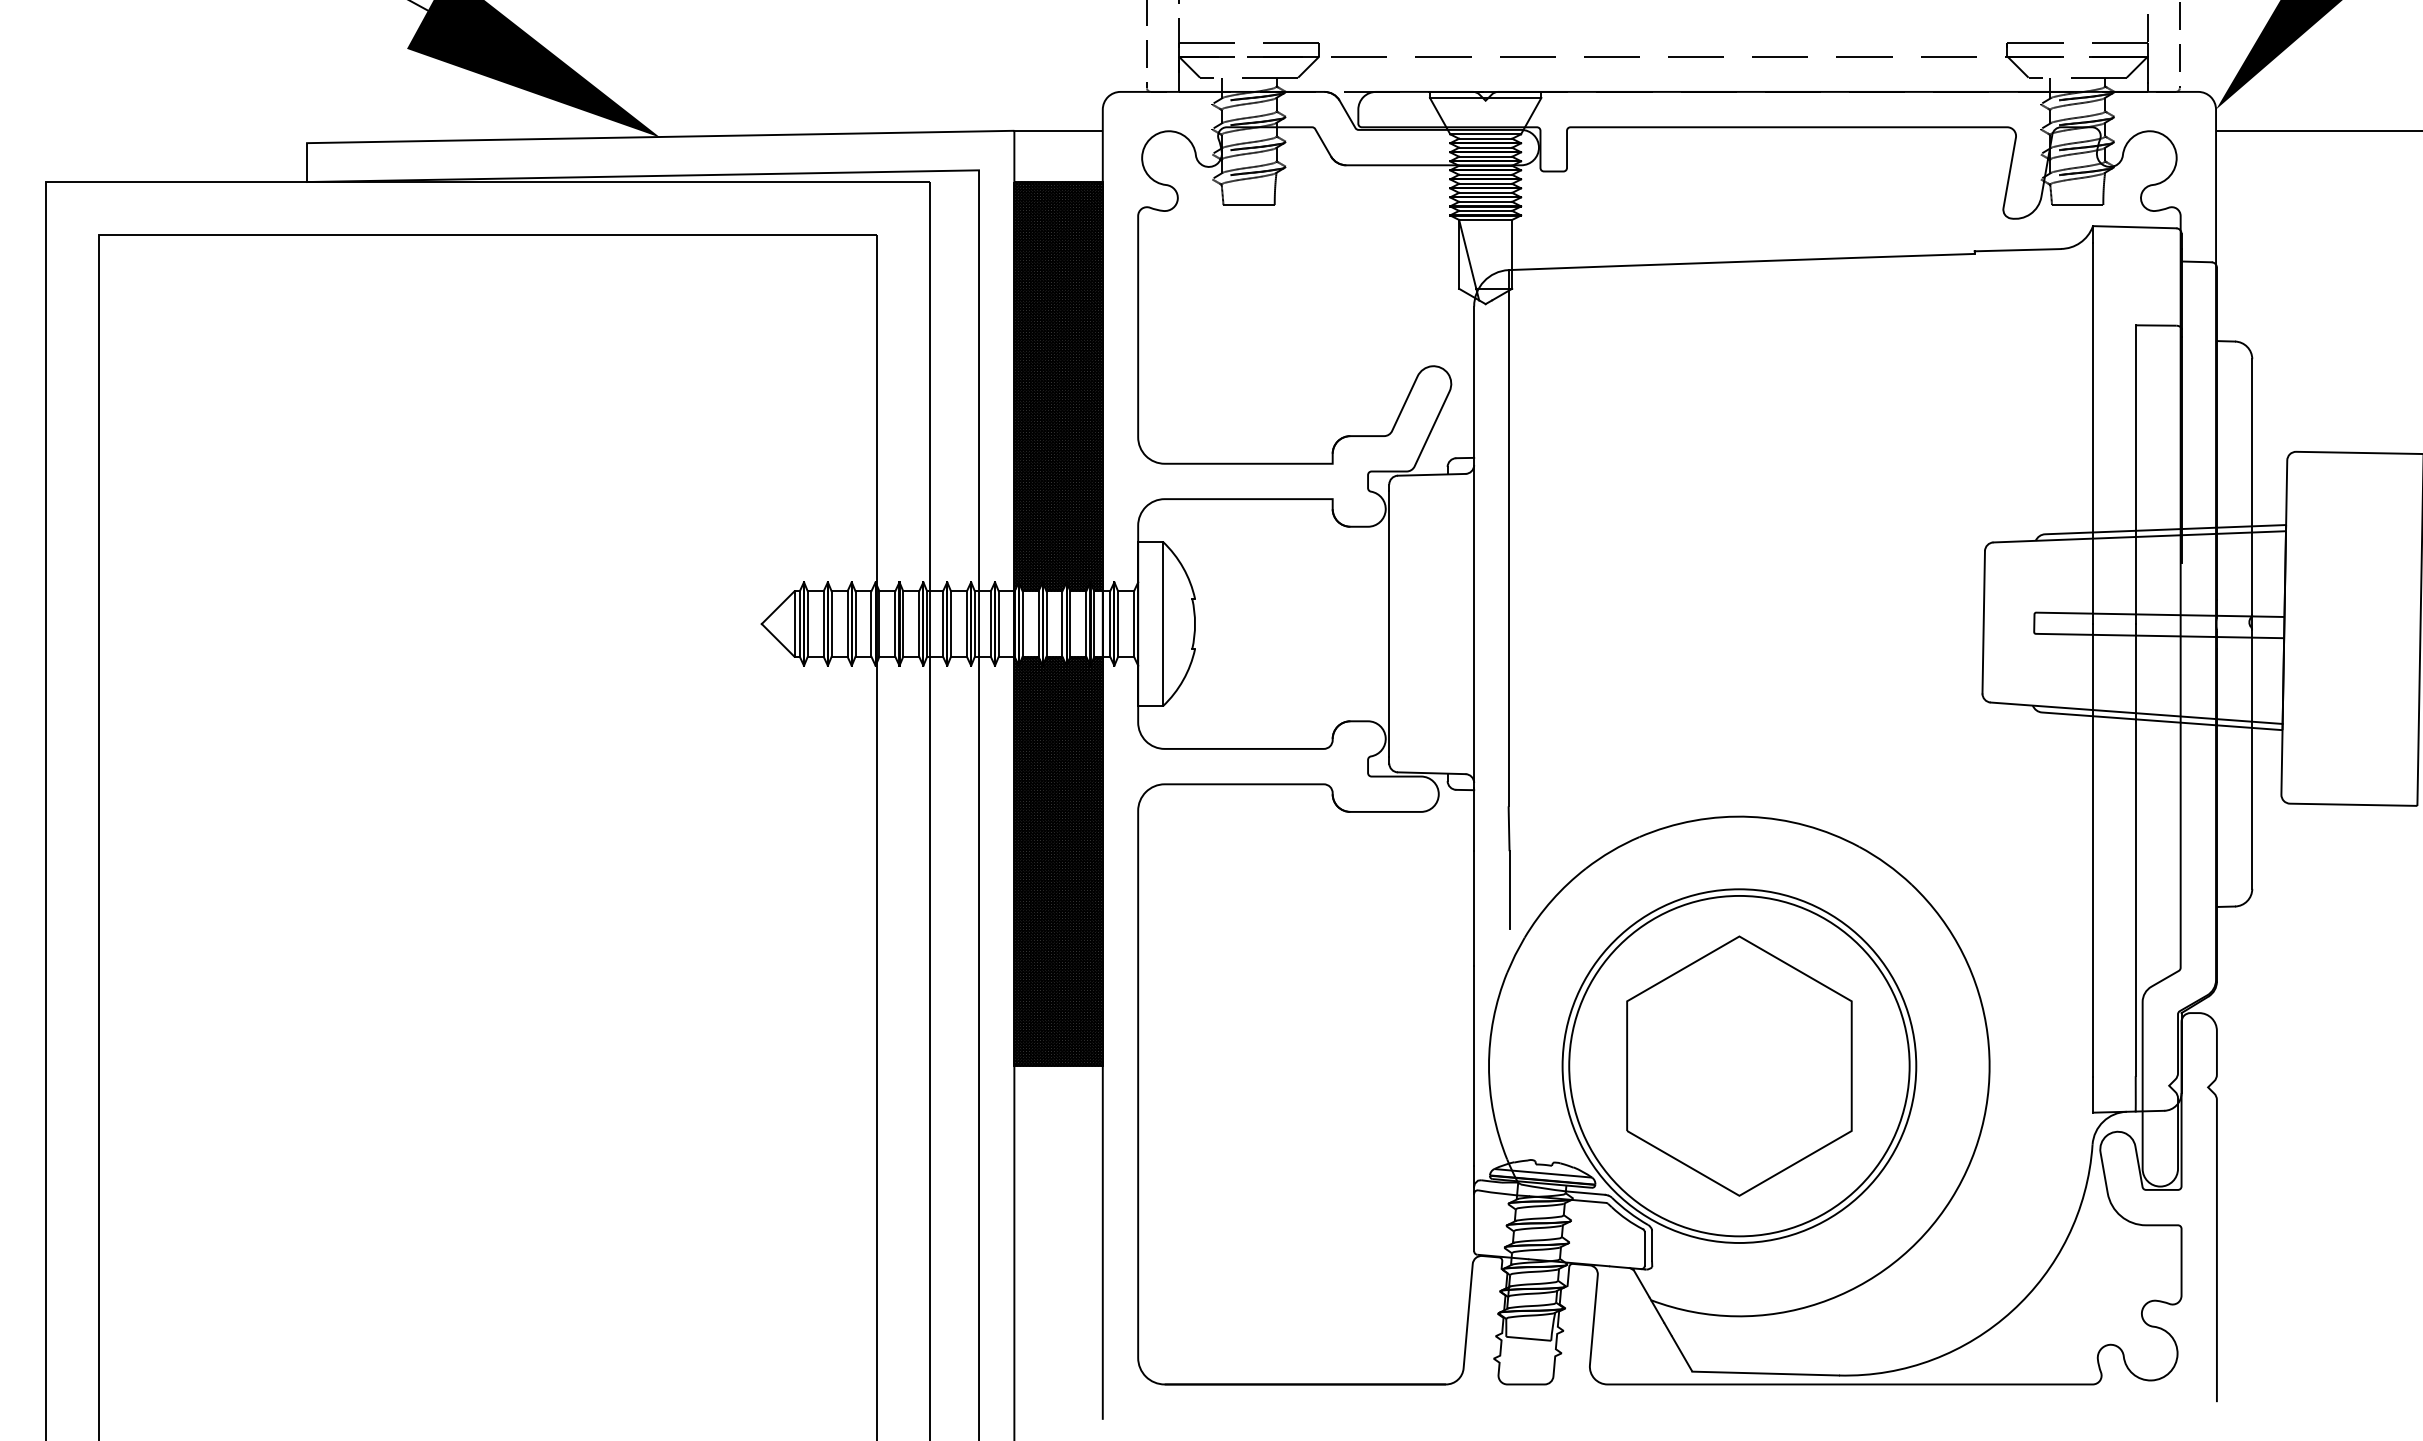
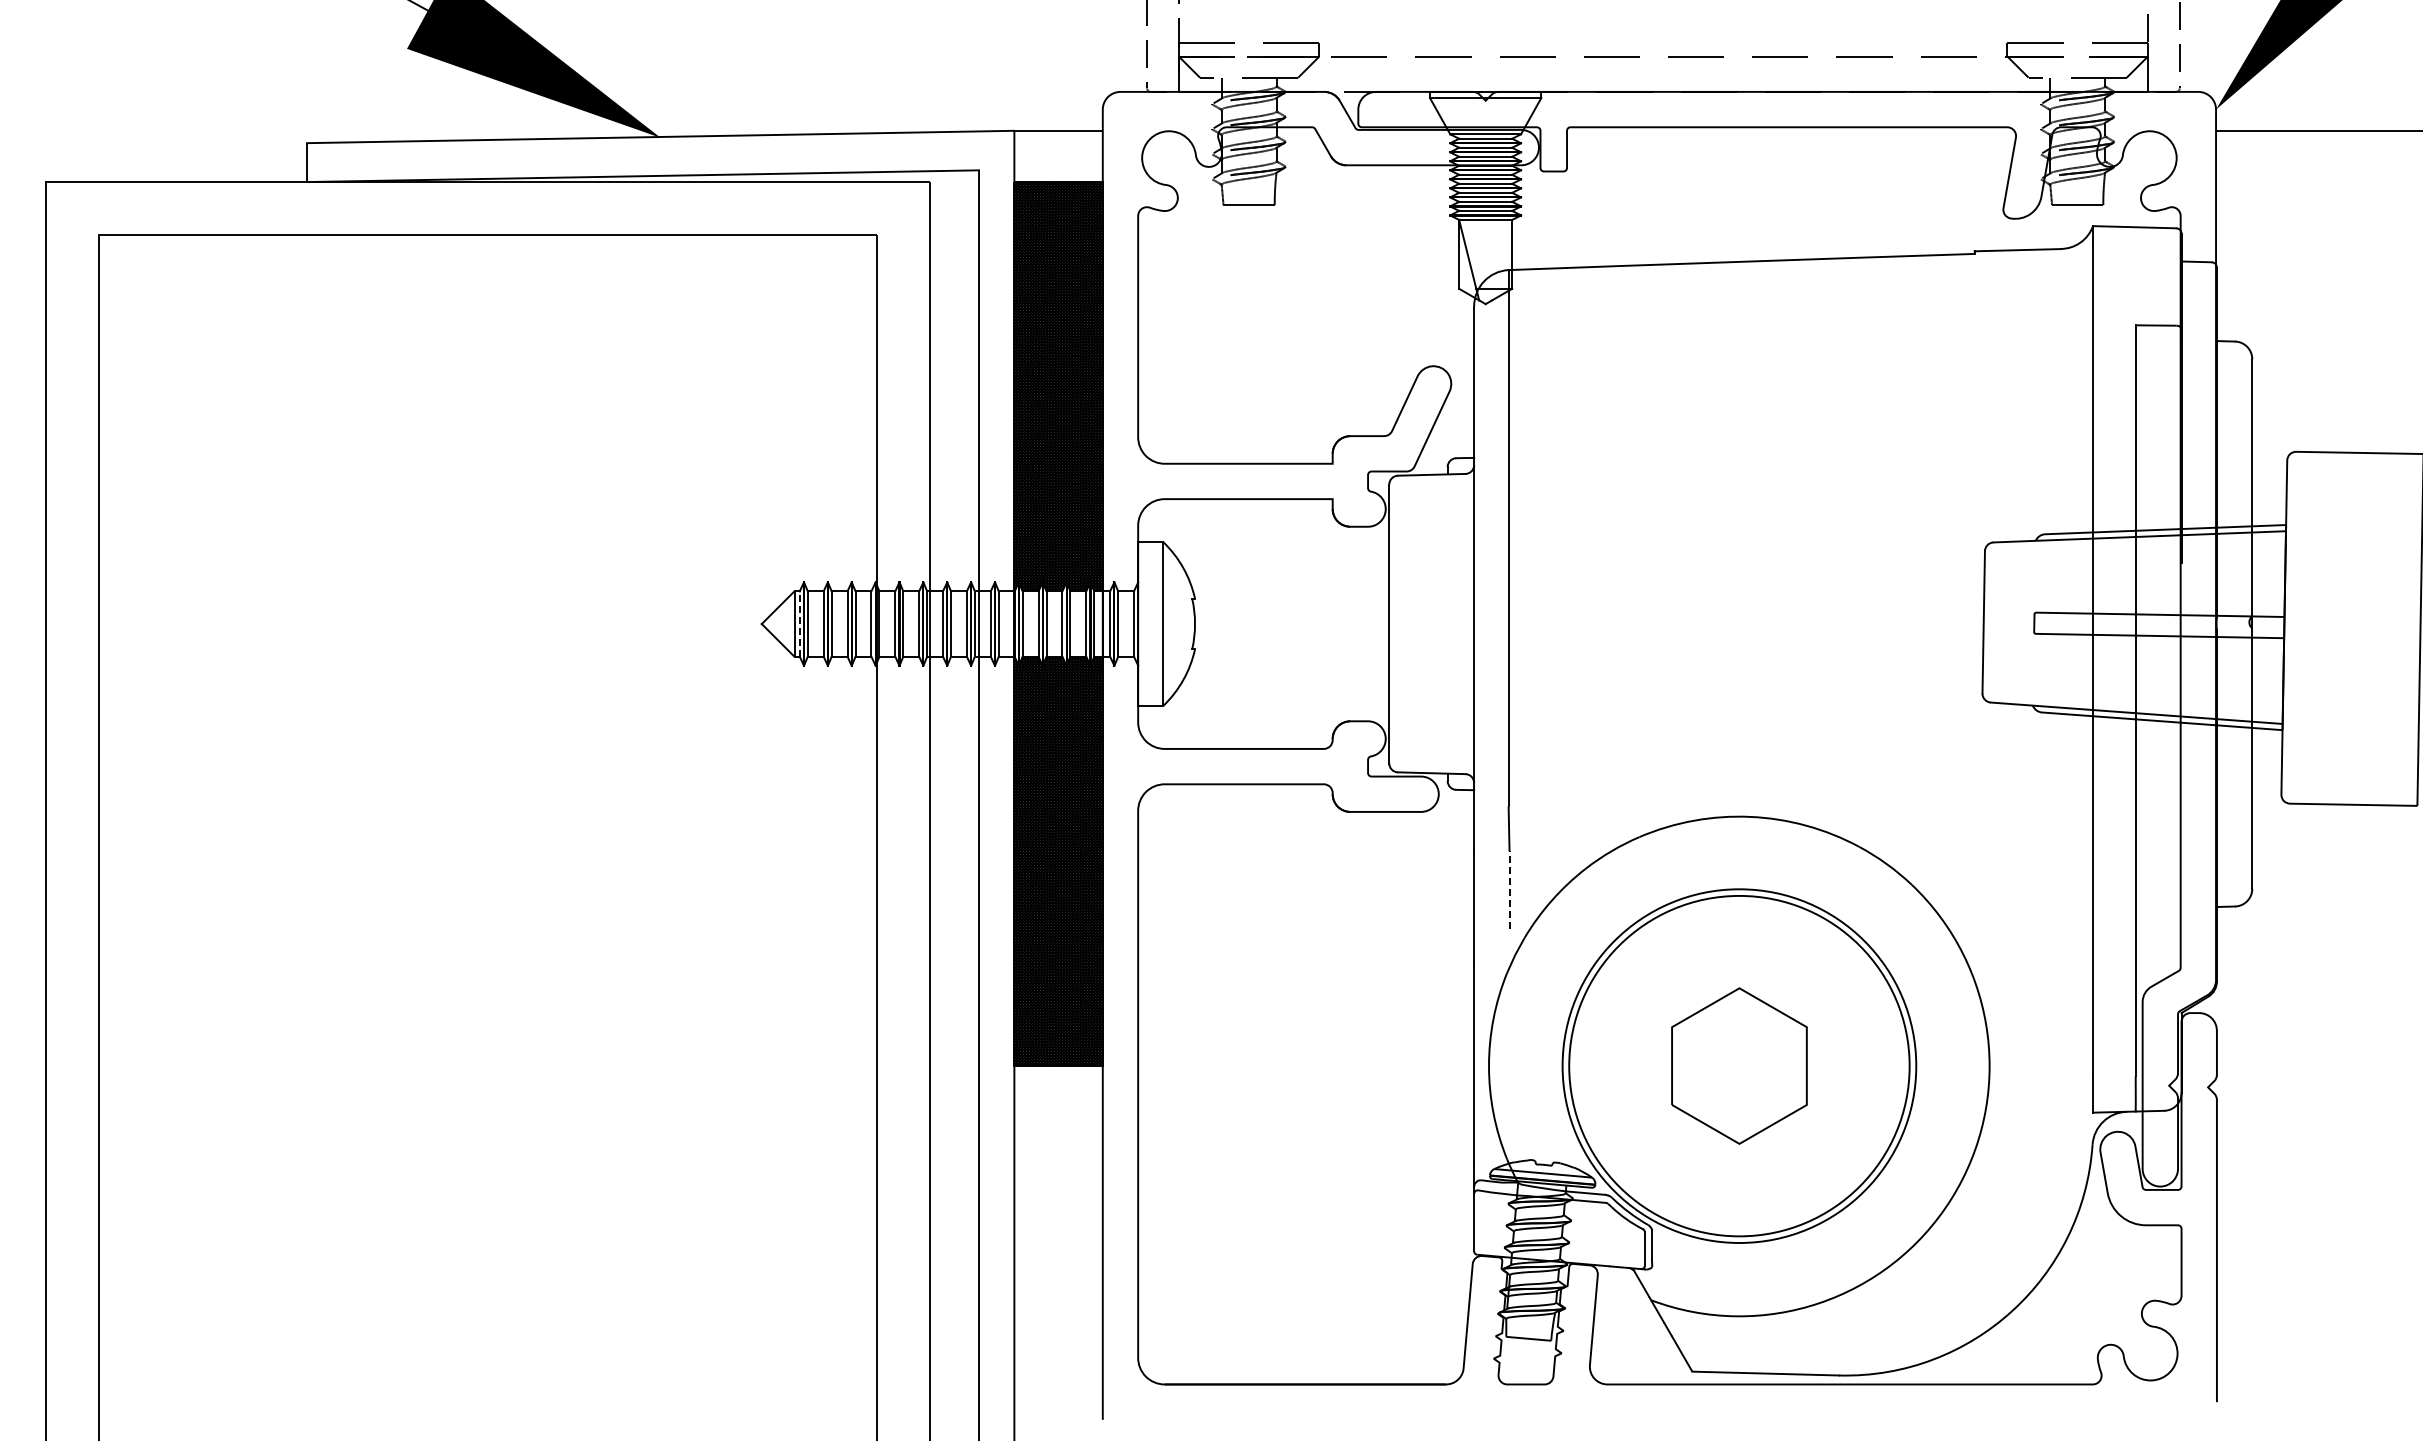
line at (799, 624): solid -> dashed
line at (1509, 889): solid -> dashed
part at (1739, 1065) size: 227x262 px -> 137x158 px
